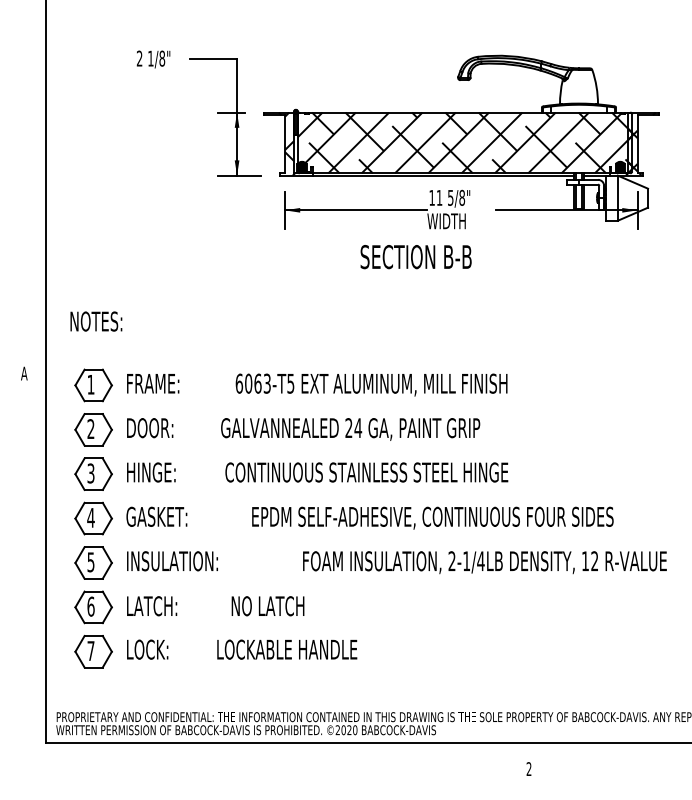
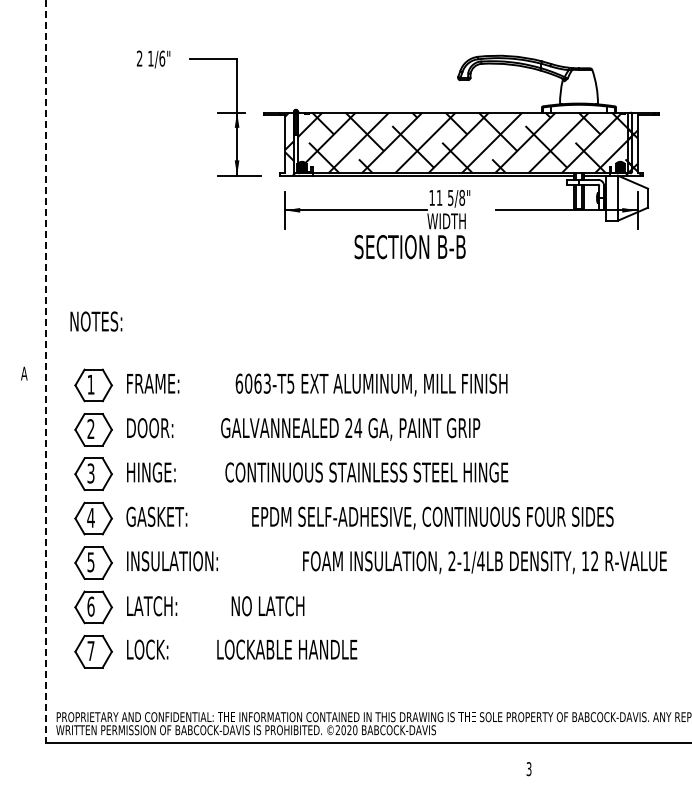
text at (162, 58): 1/8" -> 1/6"
text at (415, 257) position: (415, 257) -> (409, 247)
line at (46, 372): solid -> dashed
text at (528, 769): 2 -> 3
